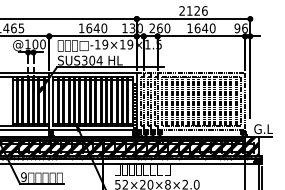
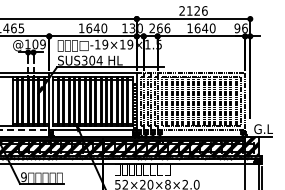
text at (167, 27): 260 -> 266
text at (42, 44): @100 -> @109
line at (25, 130): solid -> dashed
